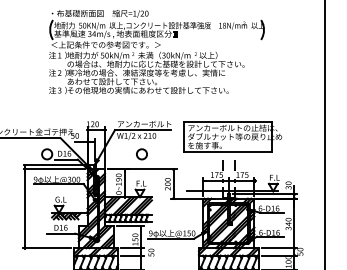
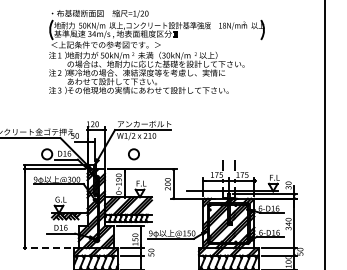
part at (232, 136): present -> none
circle at (141, 154) position: (141, 154) -> (133, 154)
line at (46, 248): solid -> dashed
